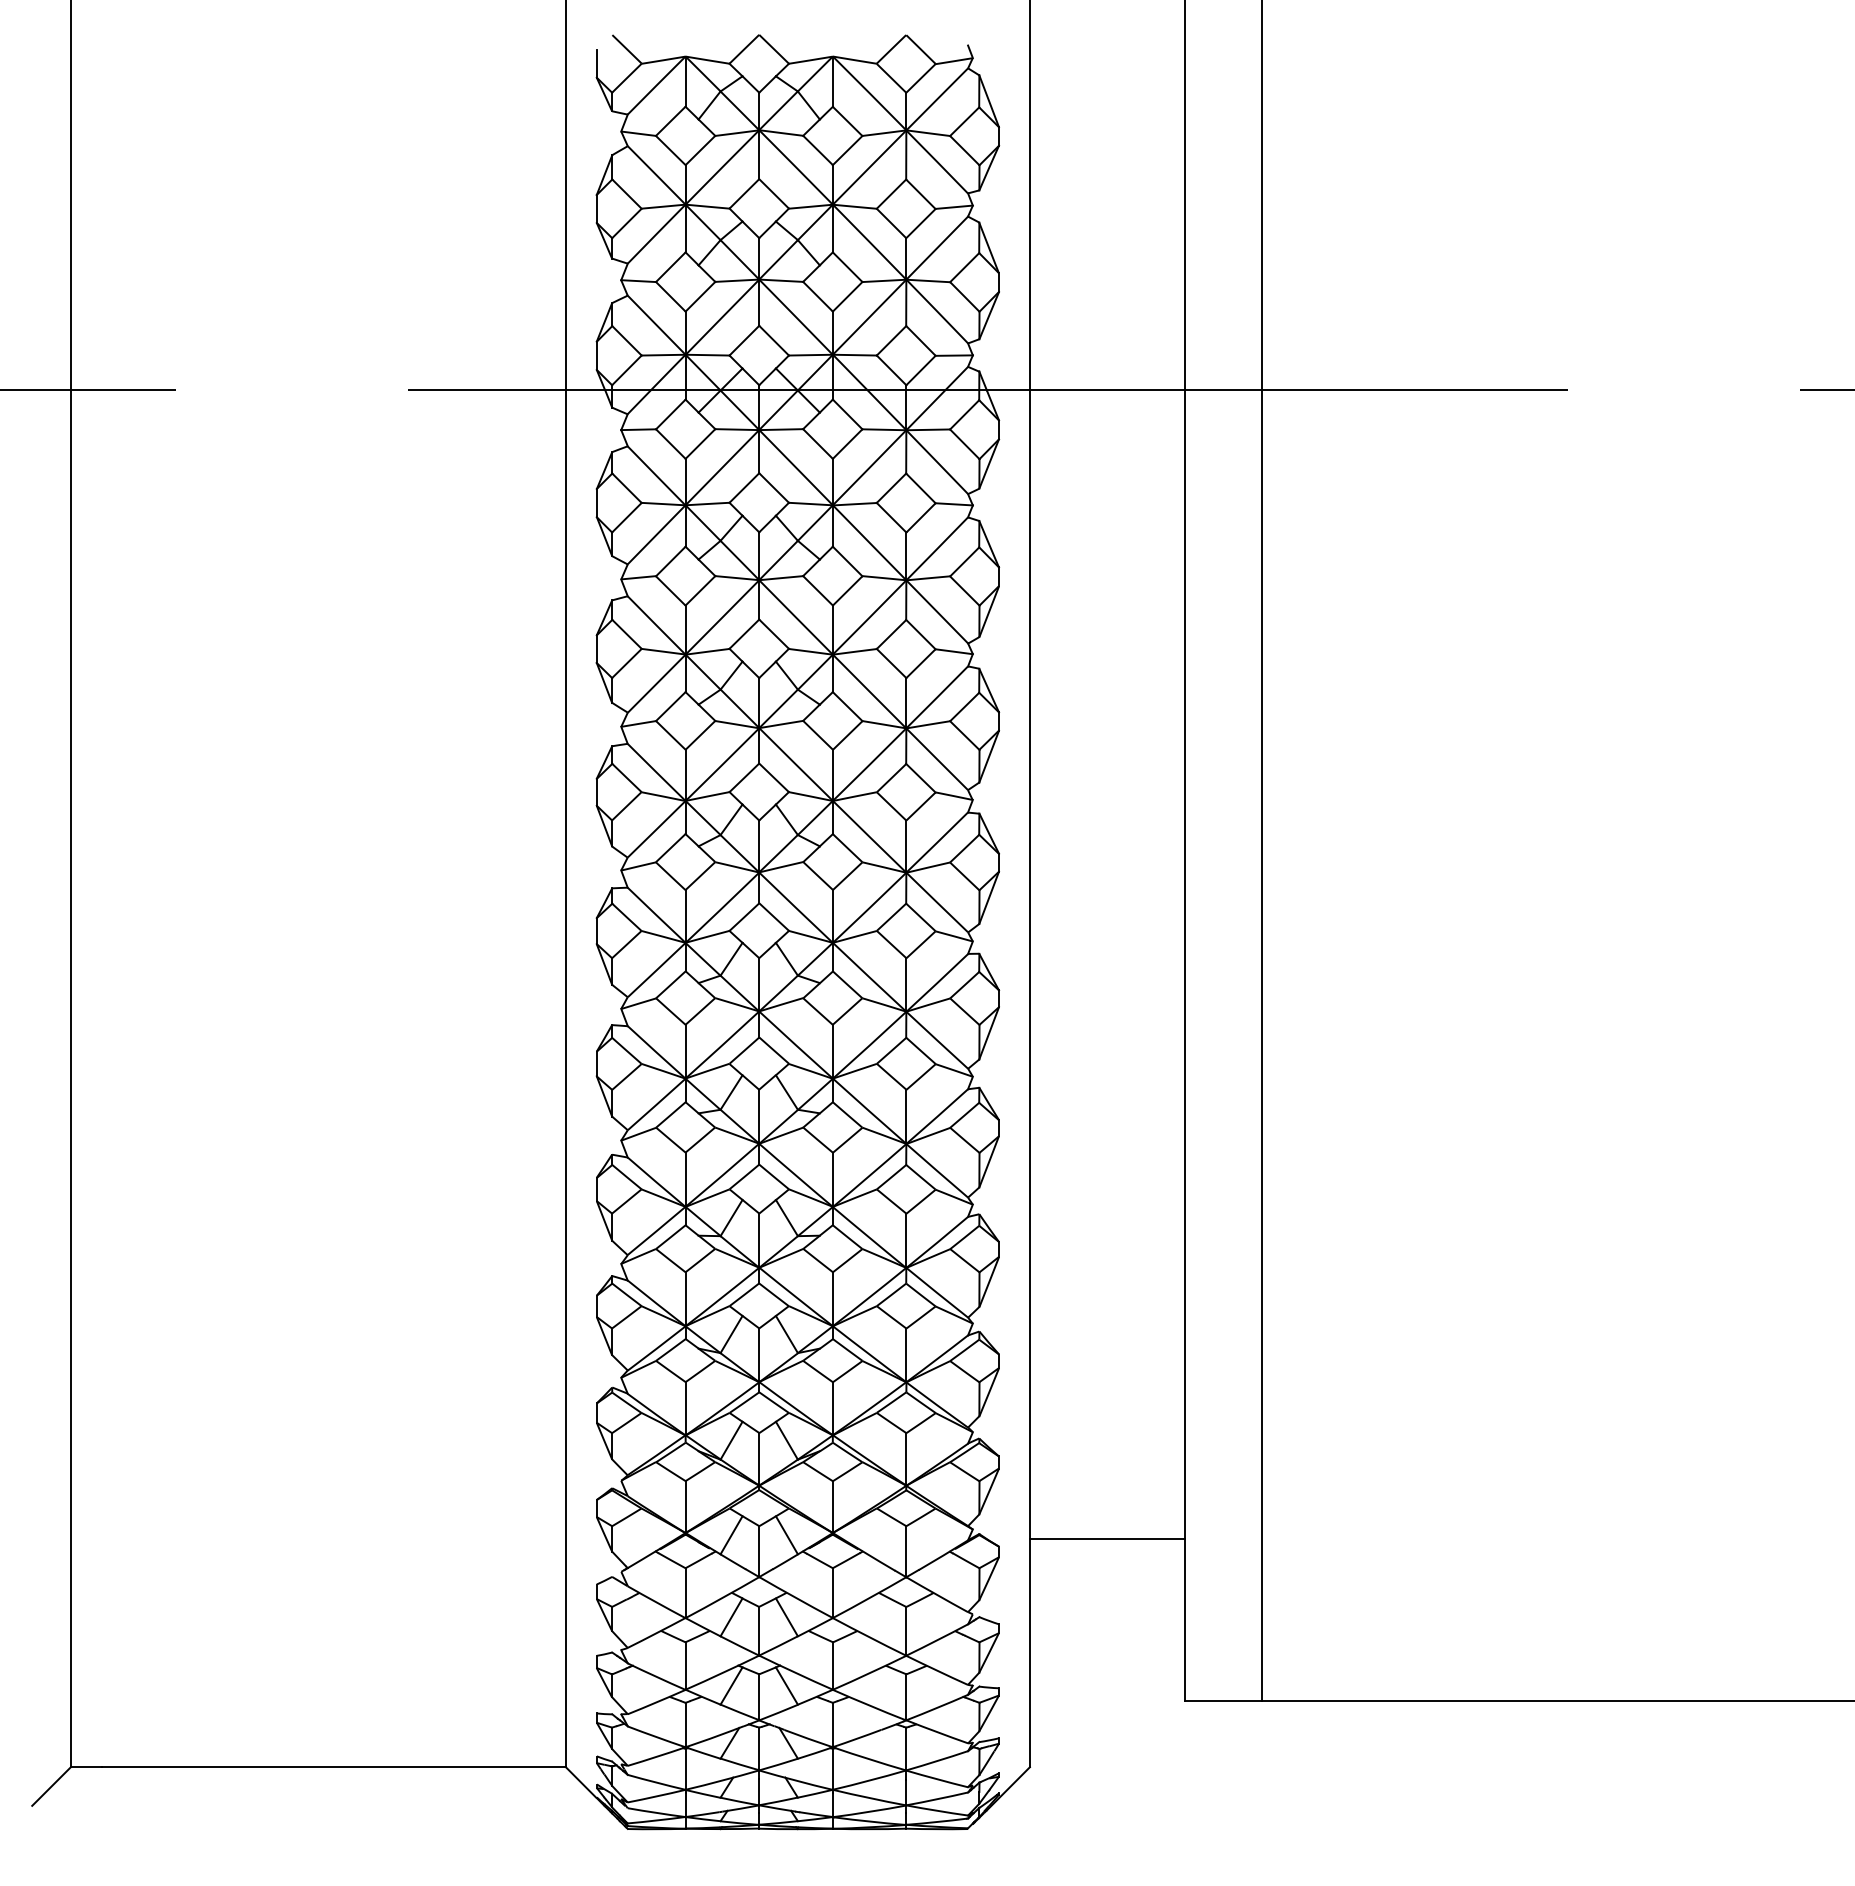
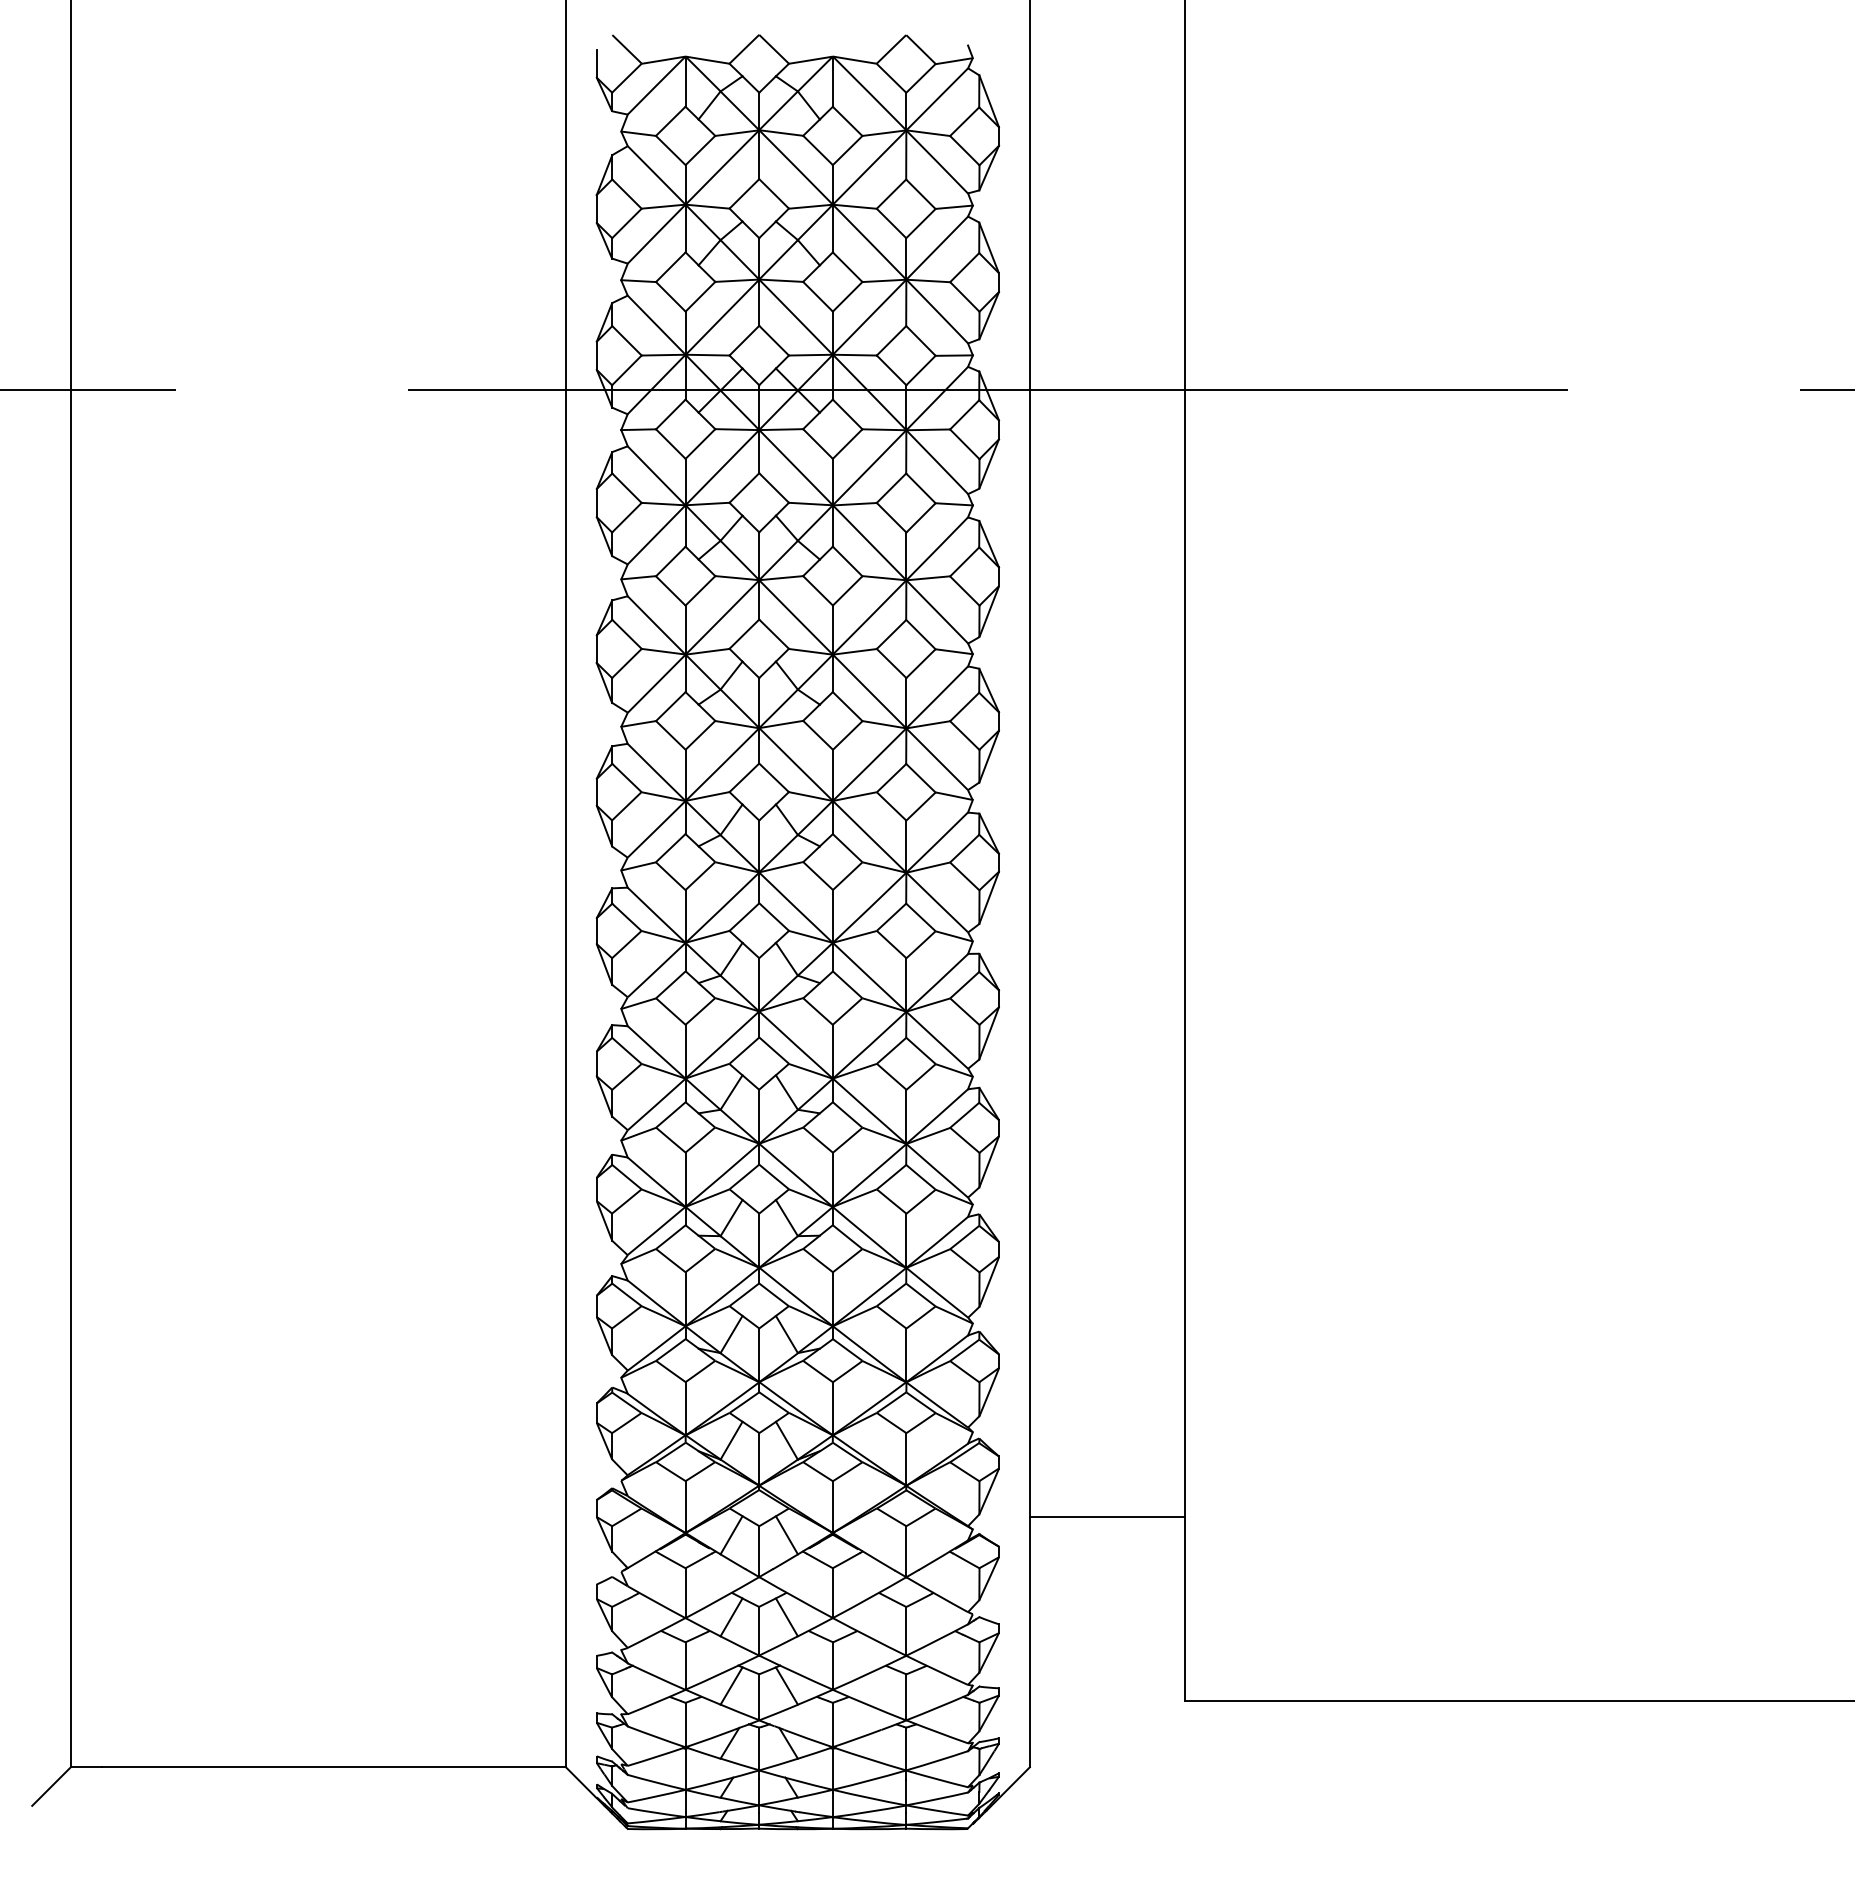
line at (1261, 851): present -> none
line at (1106, 1539) position: (1106, 1539) -> (1106, 1517)
